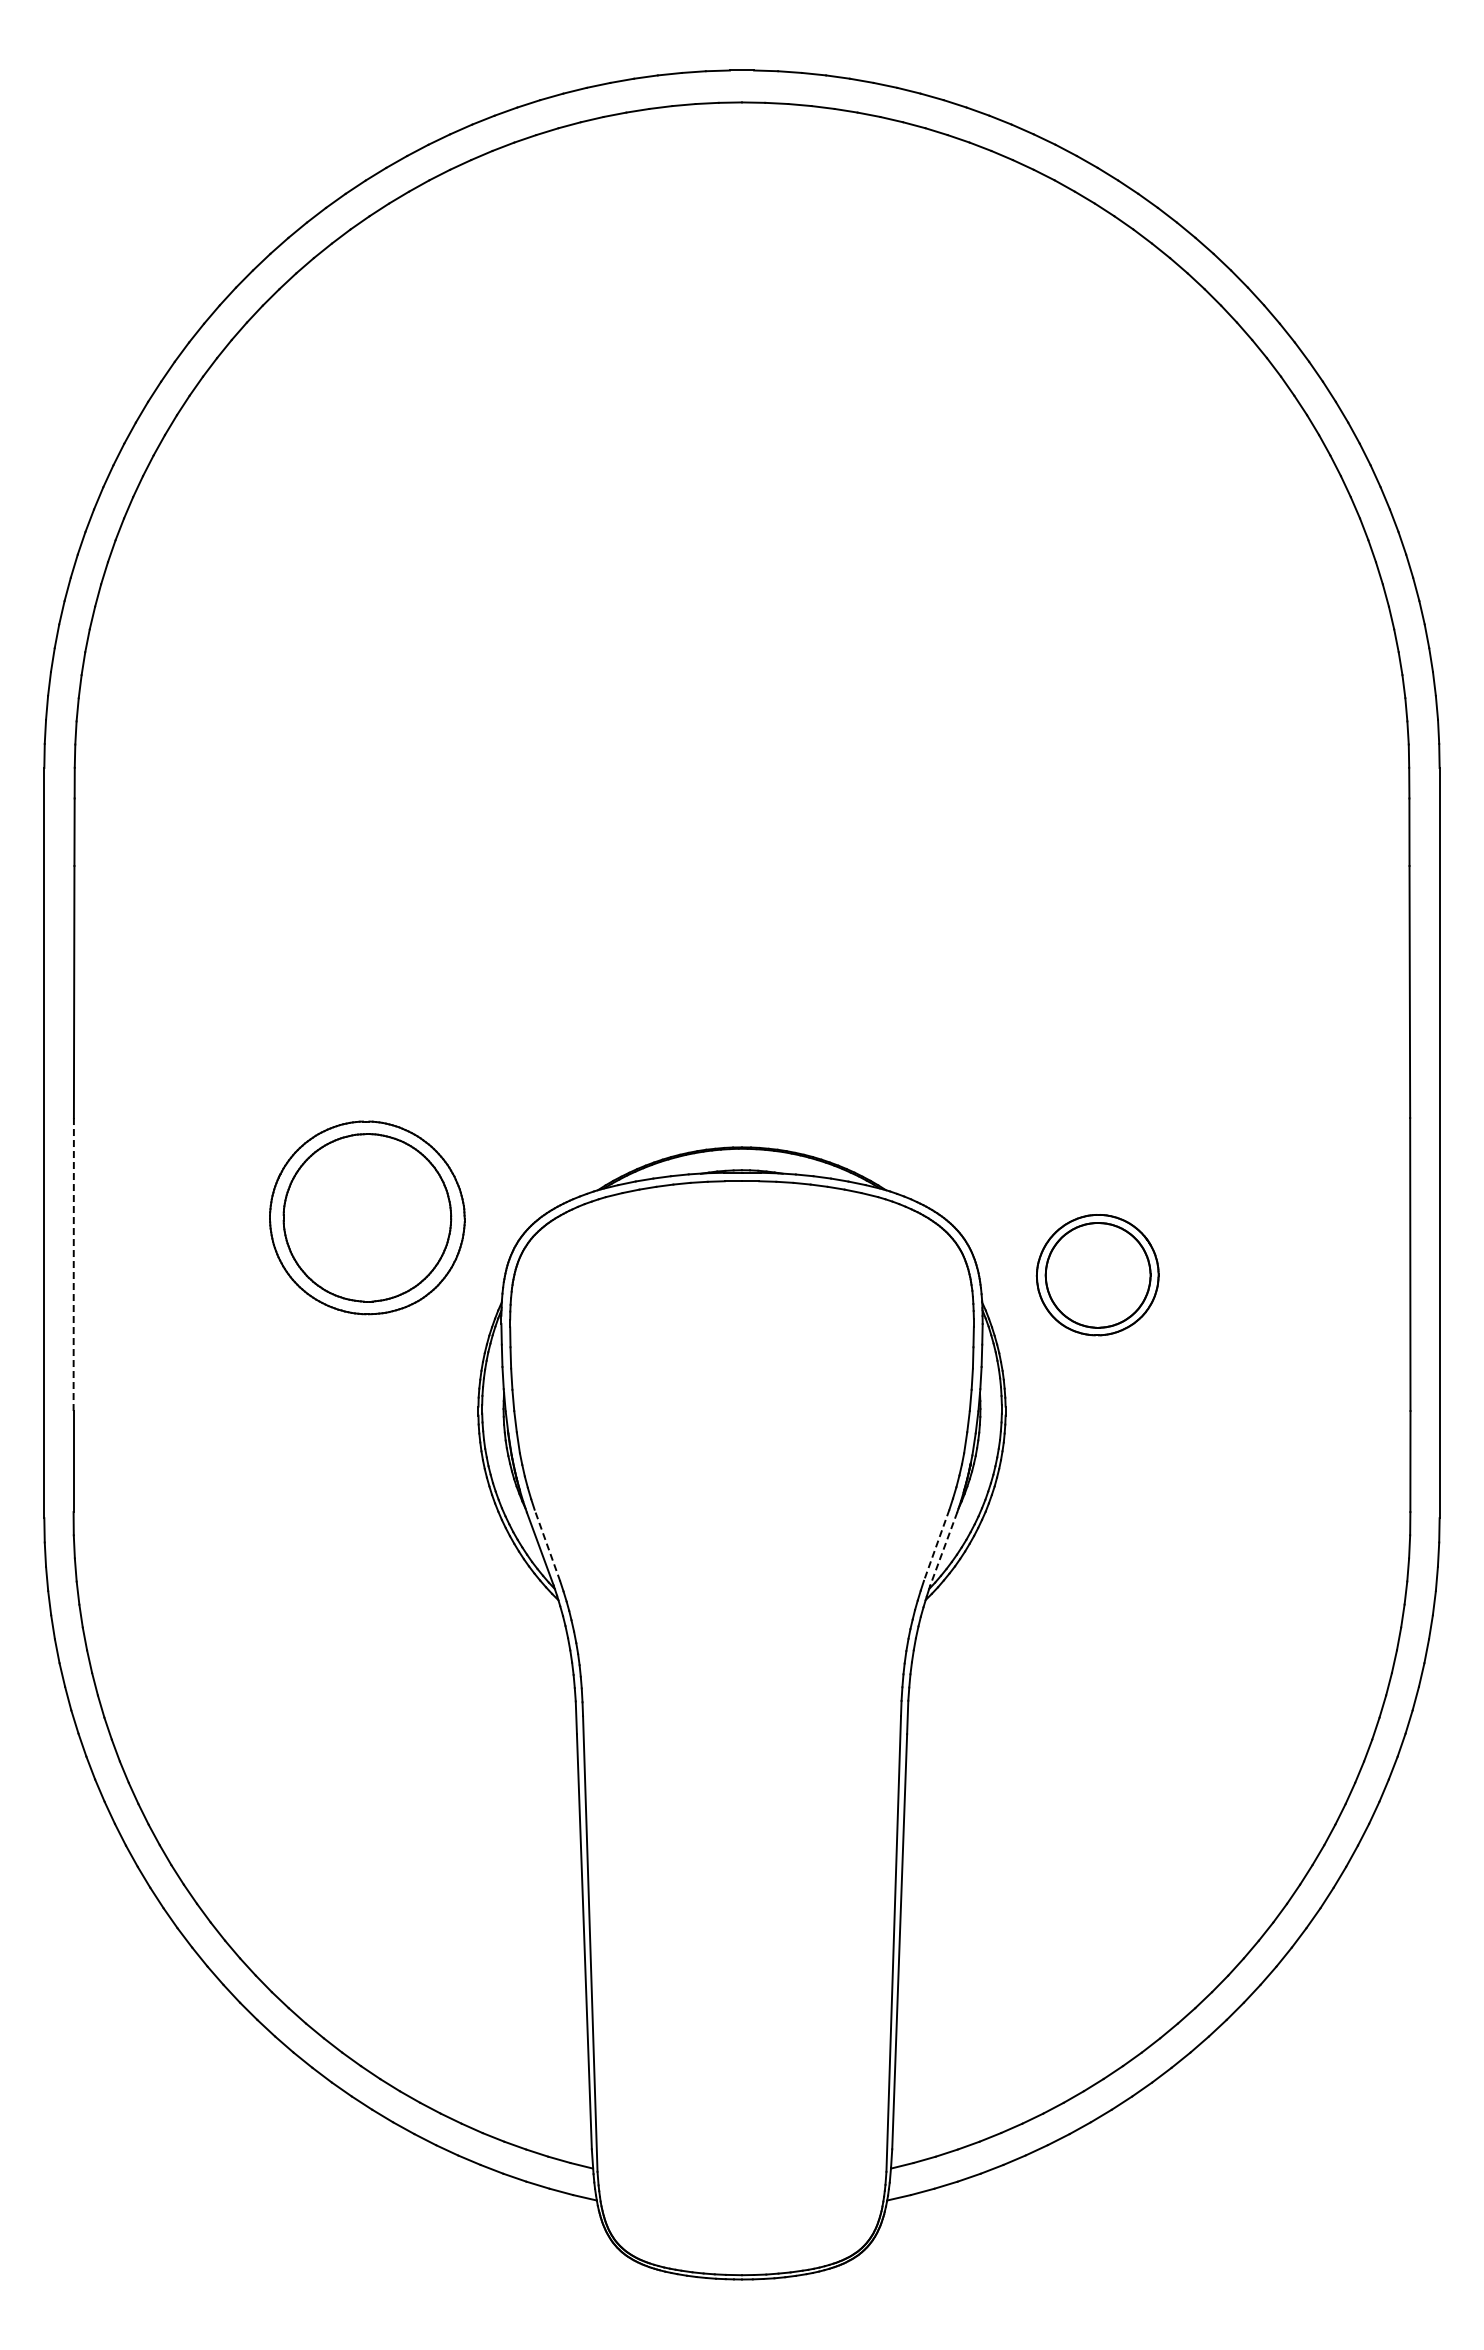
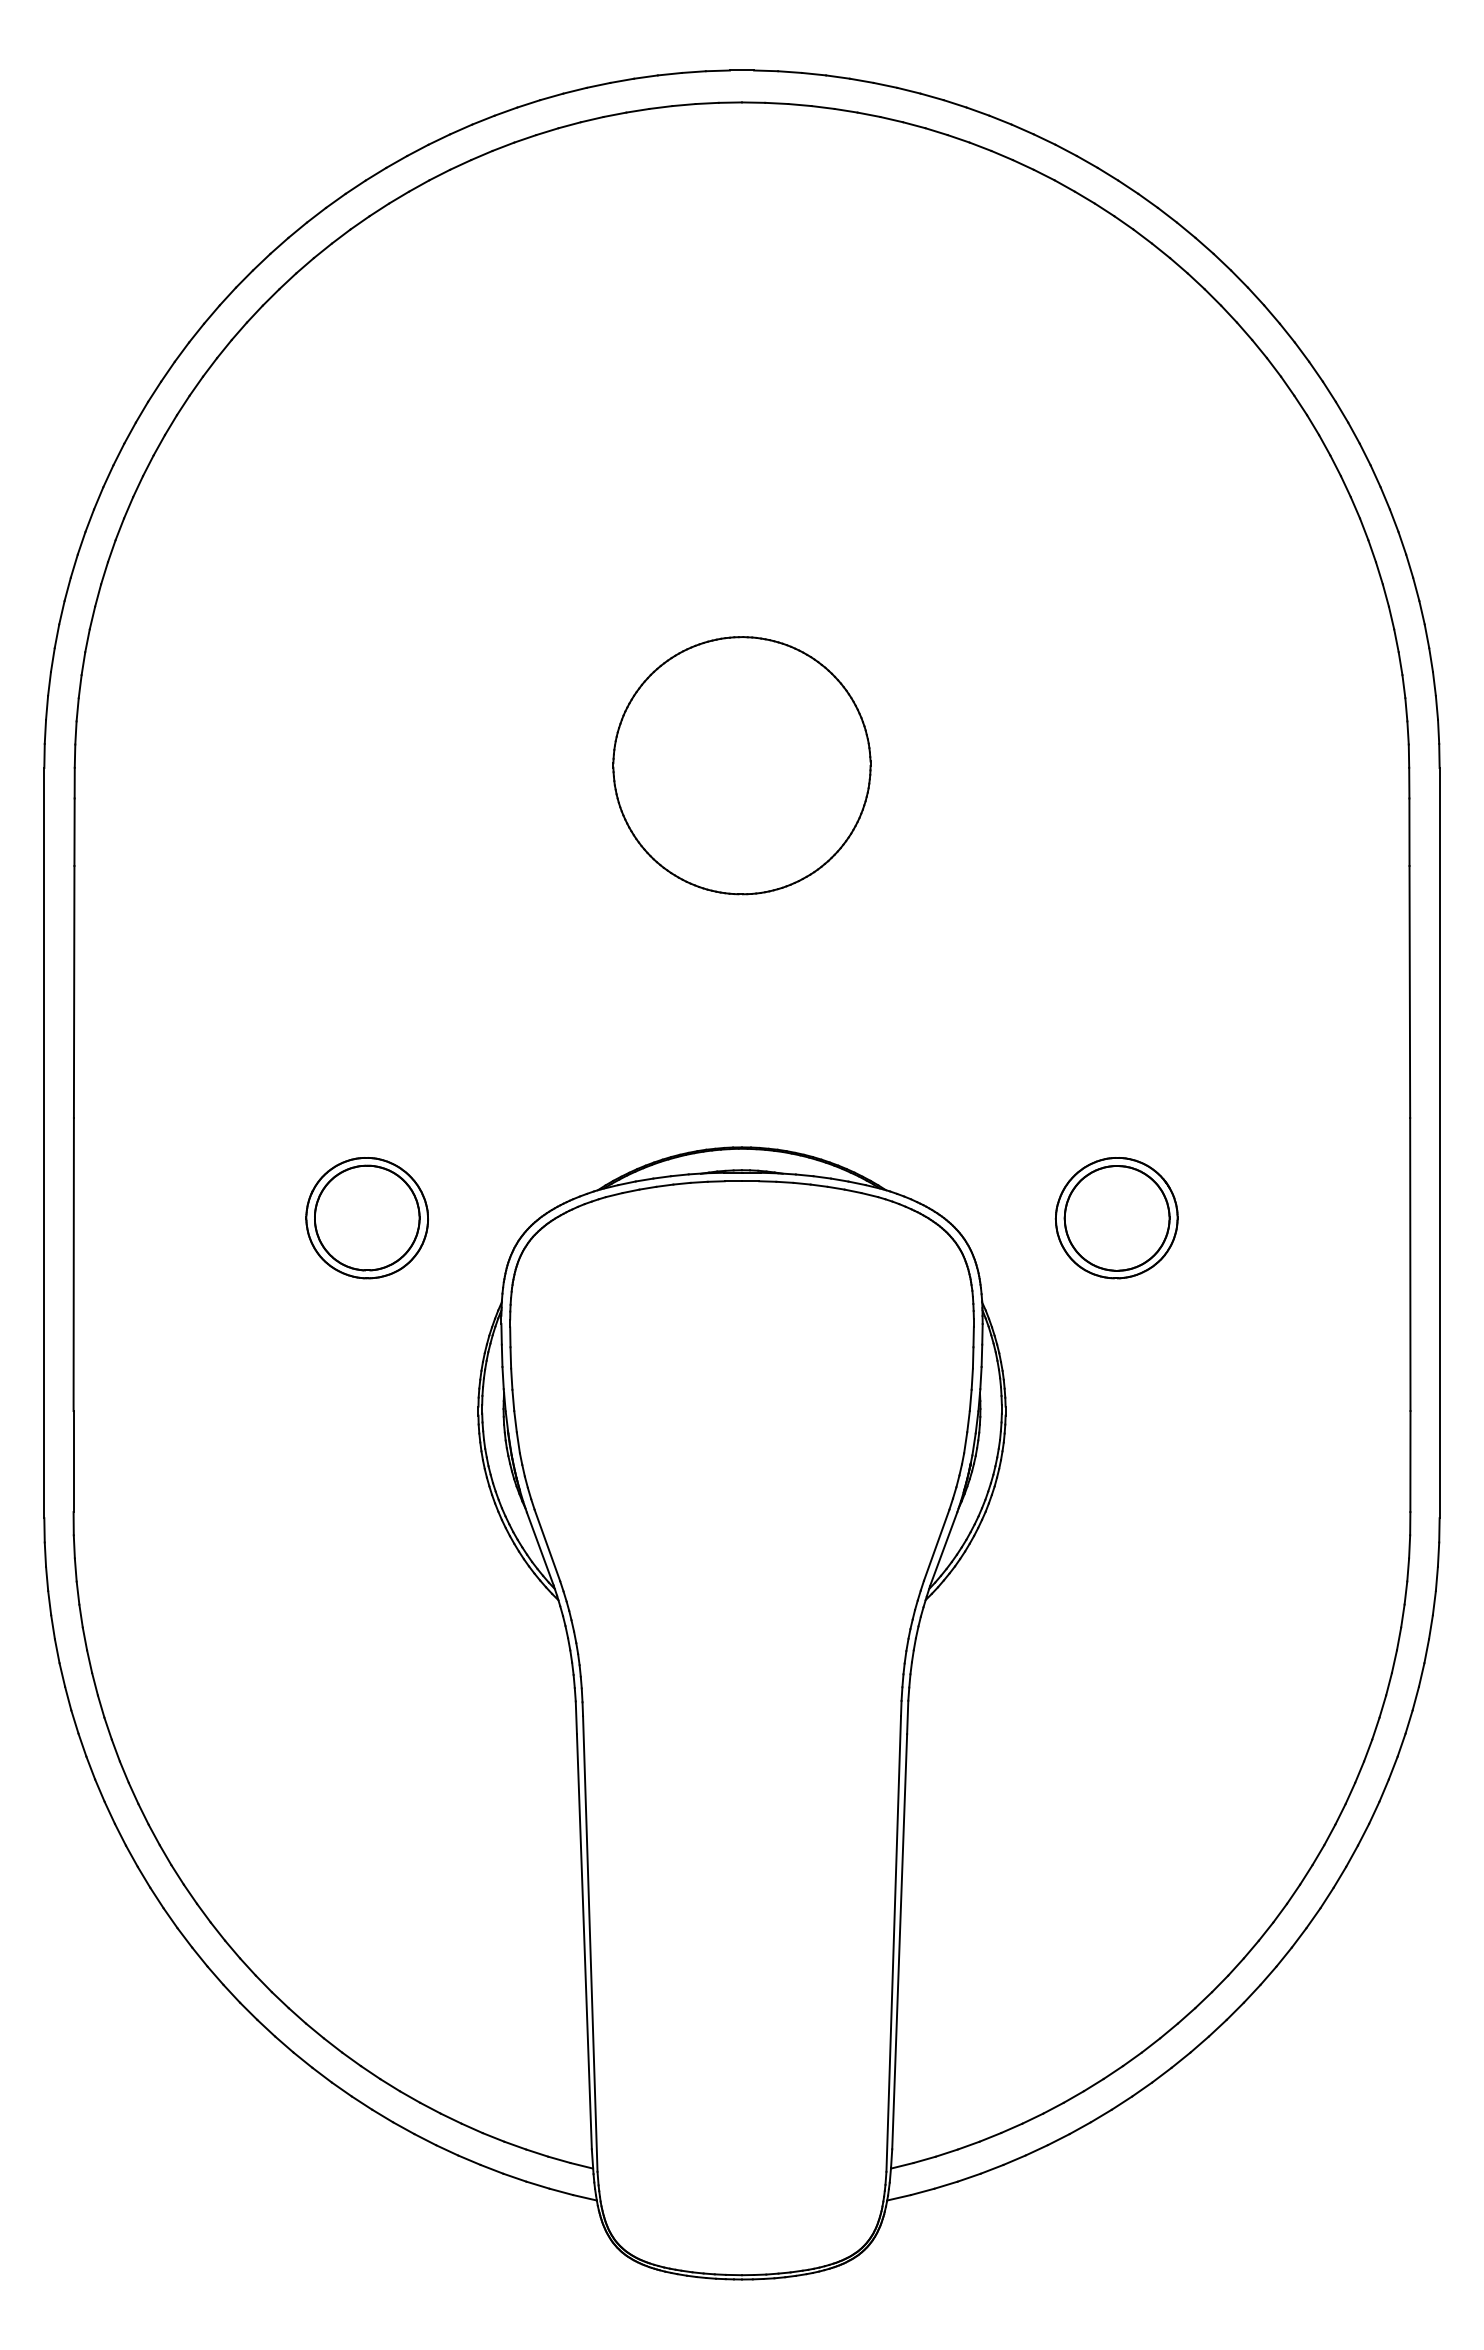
part at (741, 765): none -> present
part at (367, 1217) size: 197x196 px -> 124x123 px
line at (73, 1265): dashed -> solid
part at (1097, 1275) position: (1097, 1275) -> (1116, 1218)
line at (547, 1545): dashed -> solid
line at (936, 1545): dashed -> solid
line at (943, 1549): dashed -> solid
